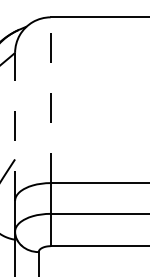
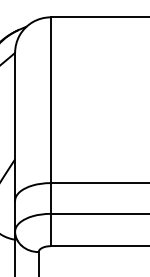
line at (50, 100): dashed -> solid
line at (15, 126): dashed -> solid
